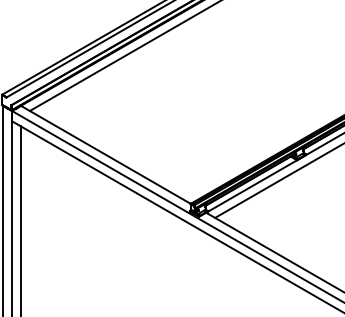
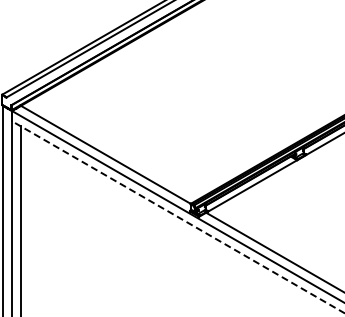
line at (123, 56): present -> none
line at (278, 180): present -> none
line at (178, 217): solid -> dashed
